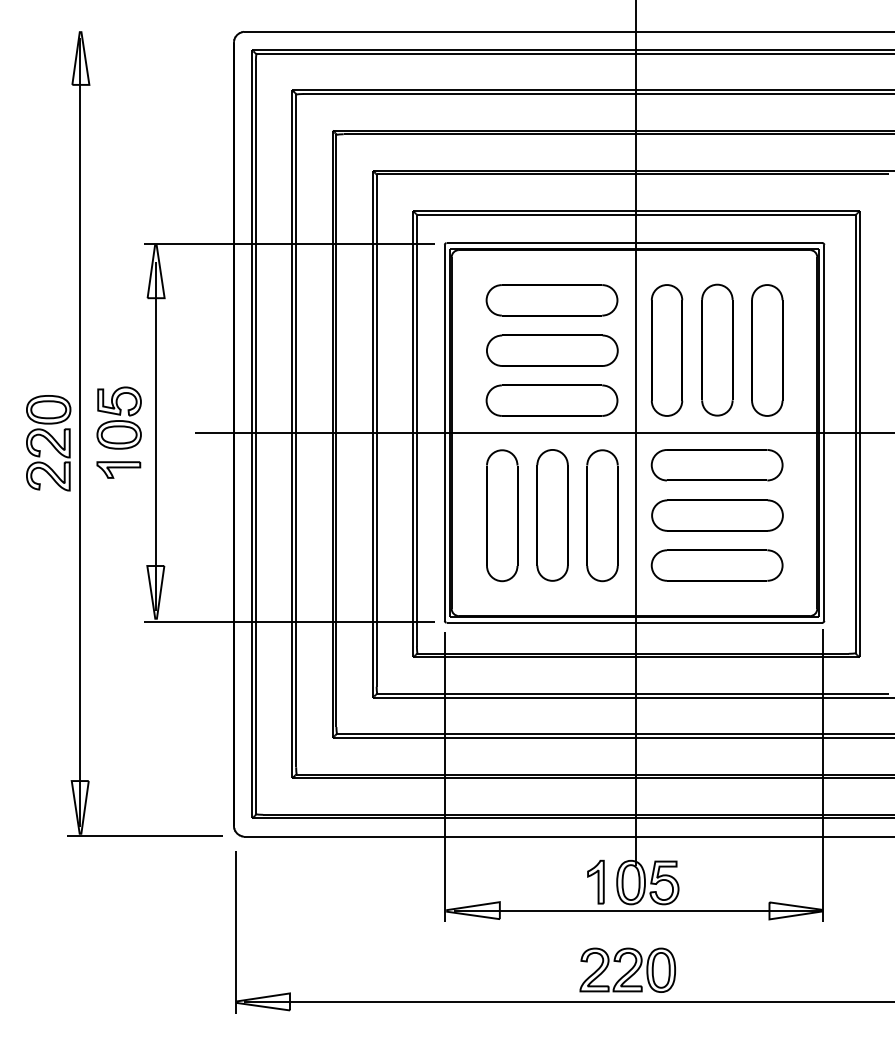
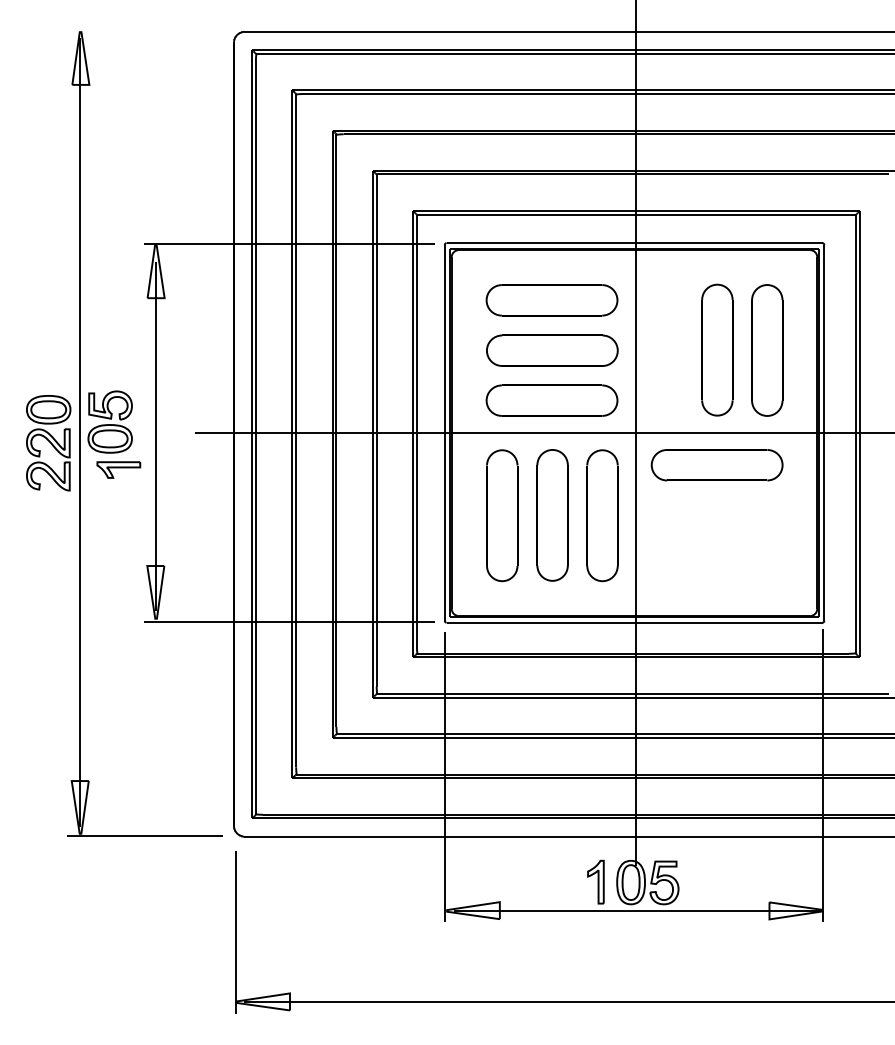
part at (666, 350): present -> none
part at (118, 417) position: (118, 417) -> (109, 421)
part at (717, 515): present -> none
part at (716, 565): present -> none
part at (627, 969): present -> none
